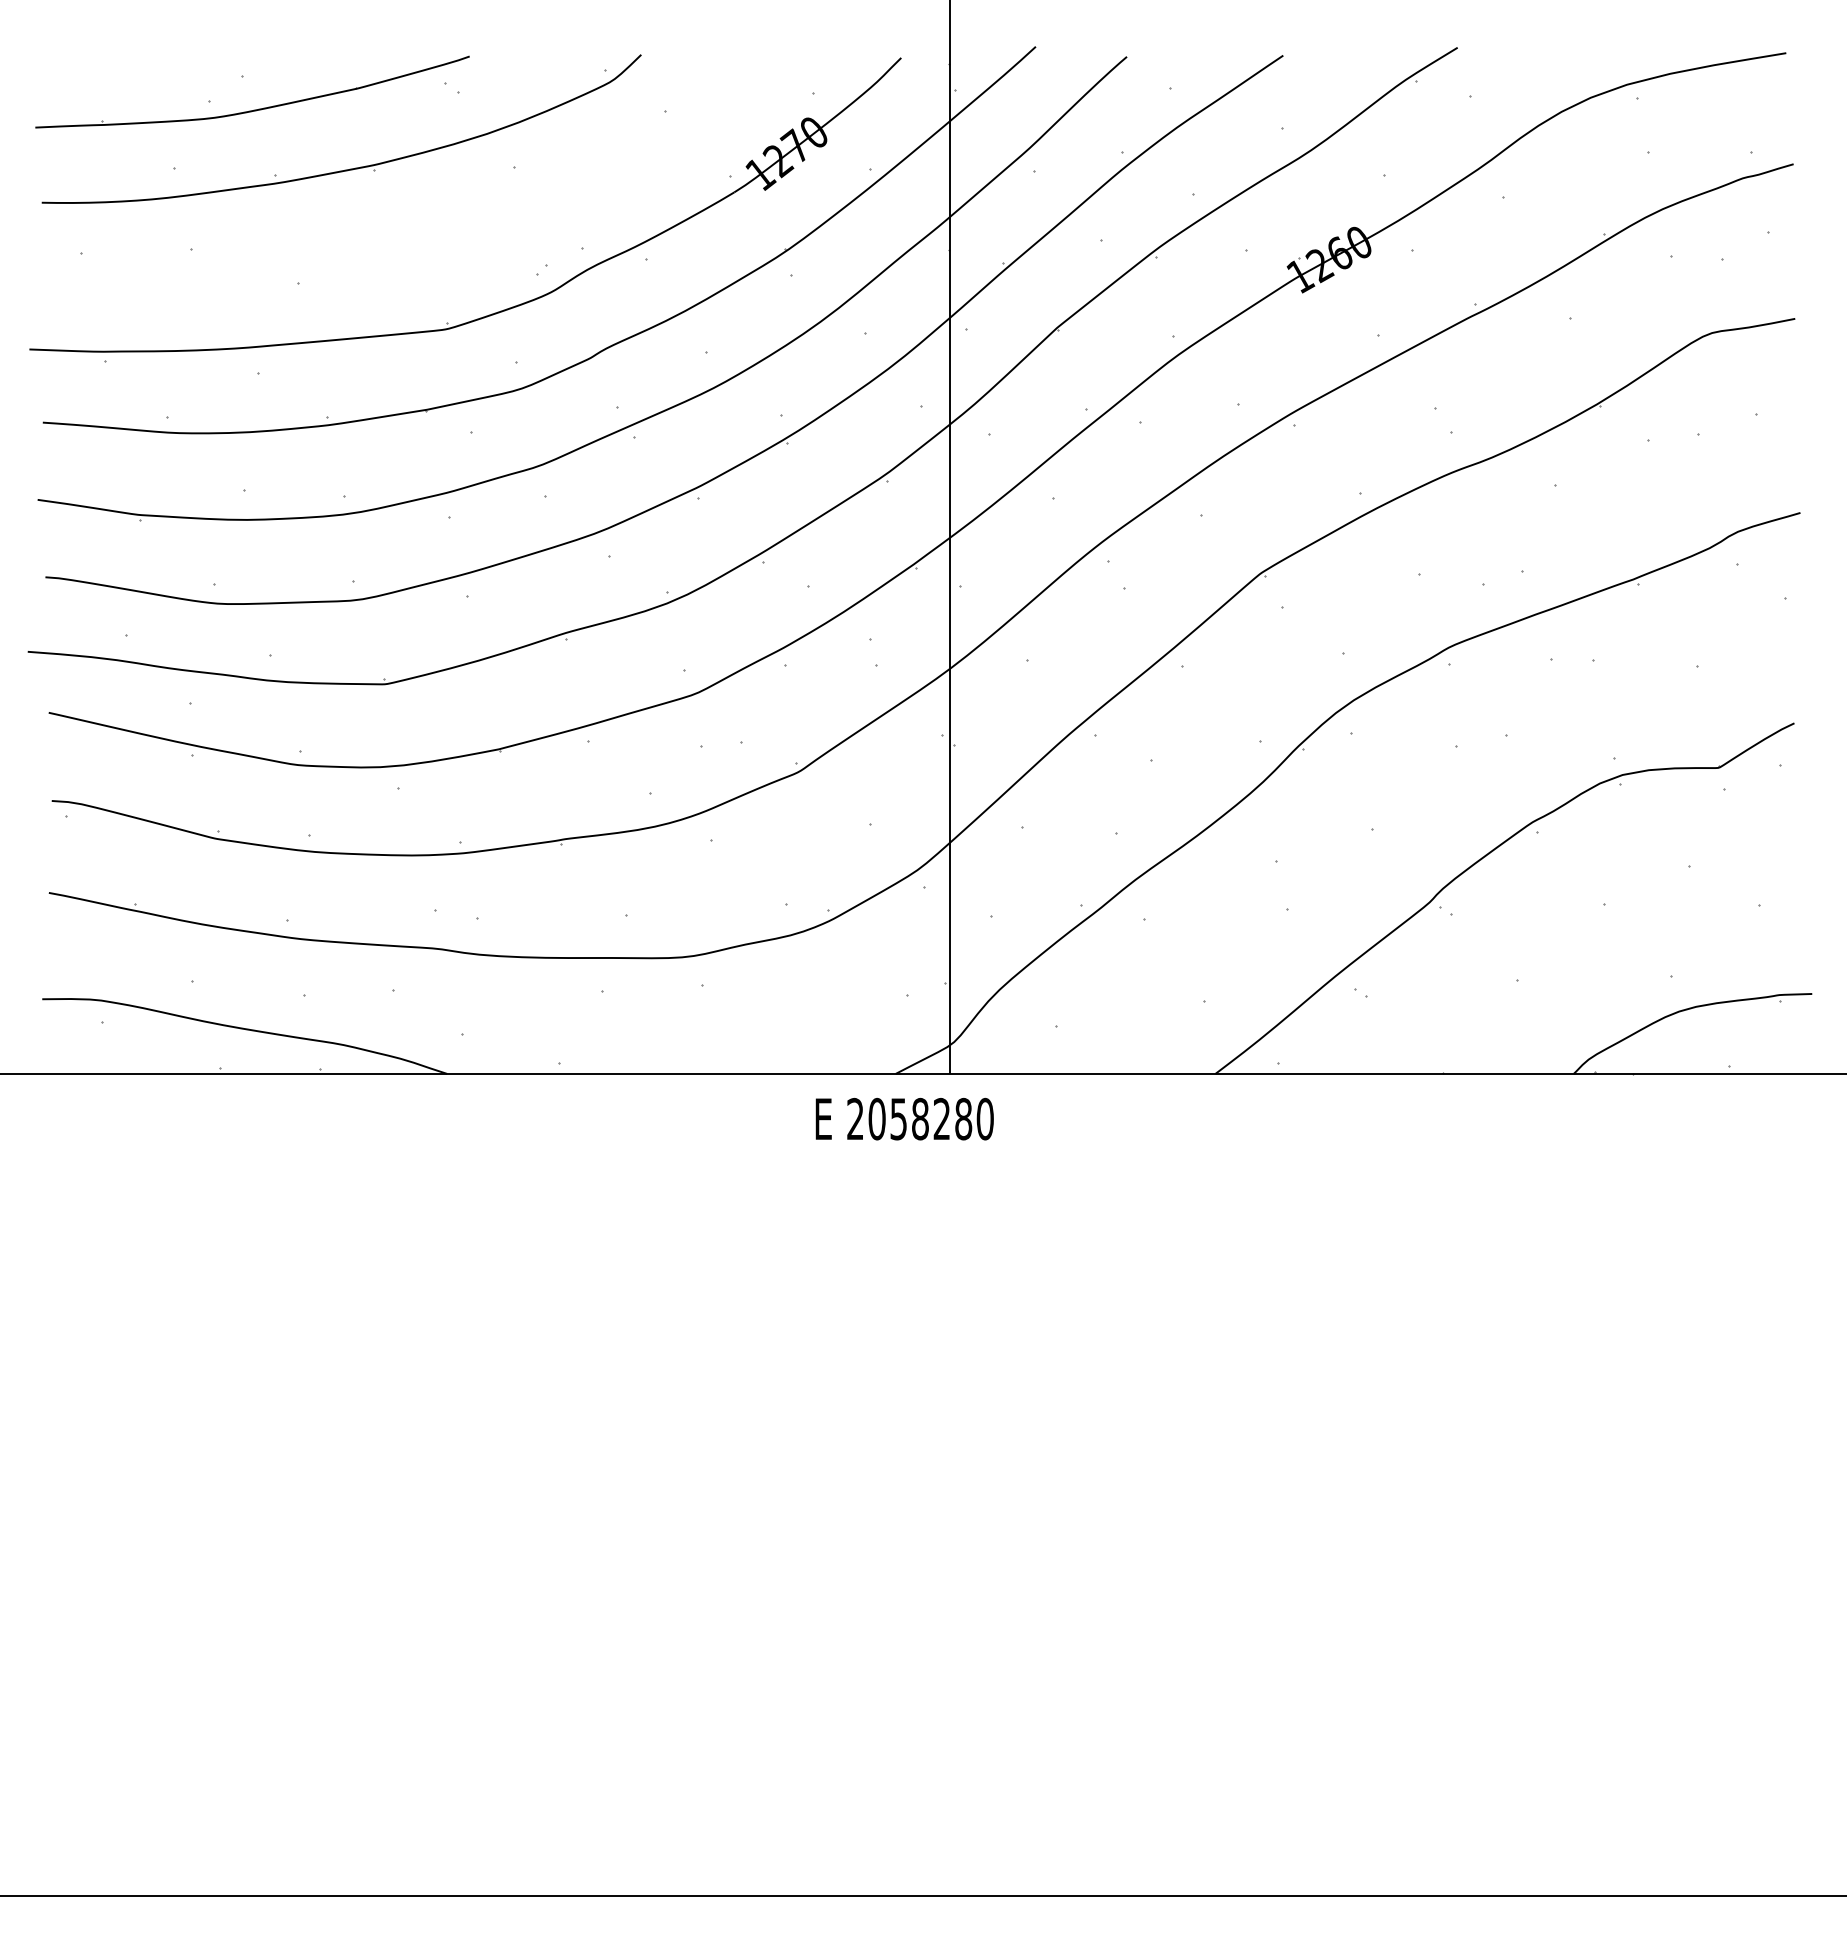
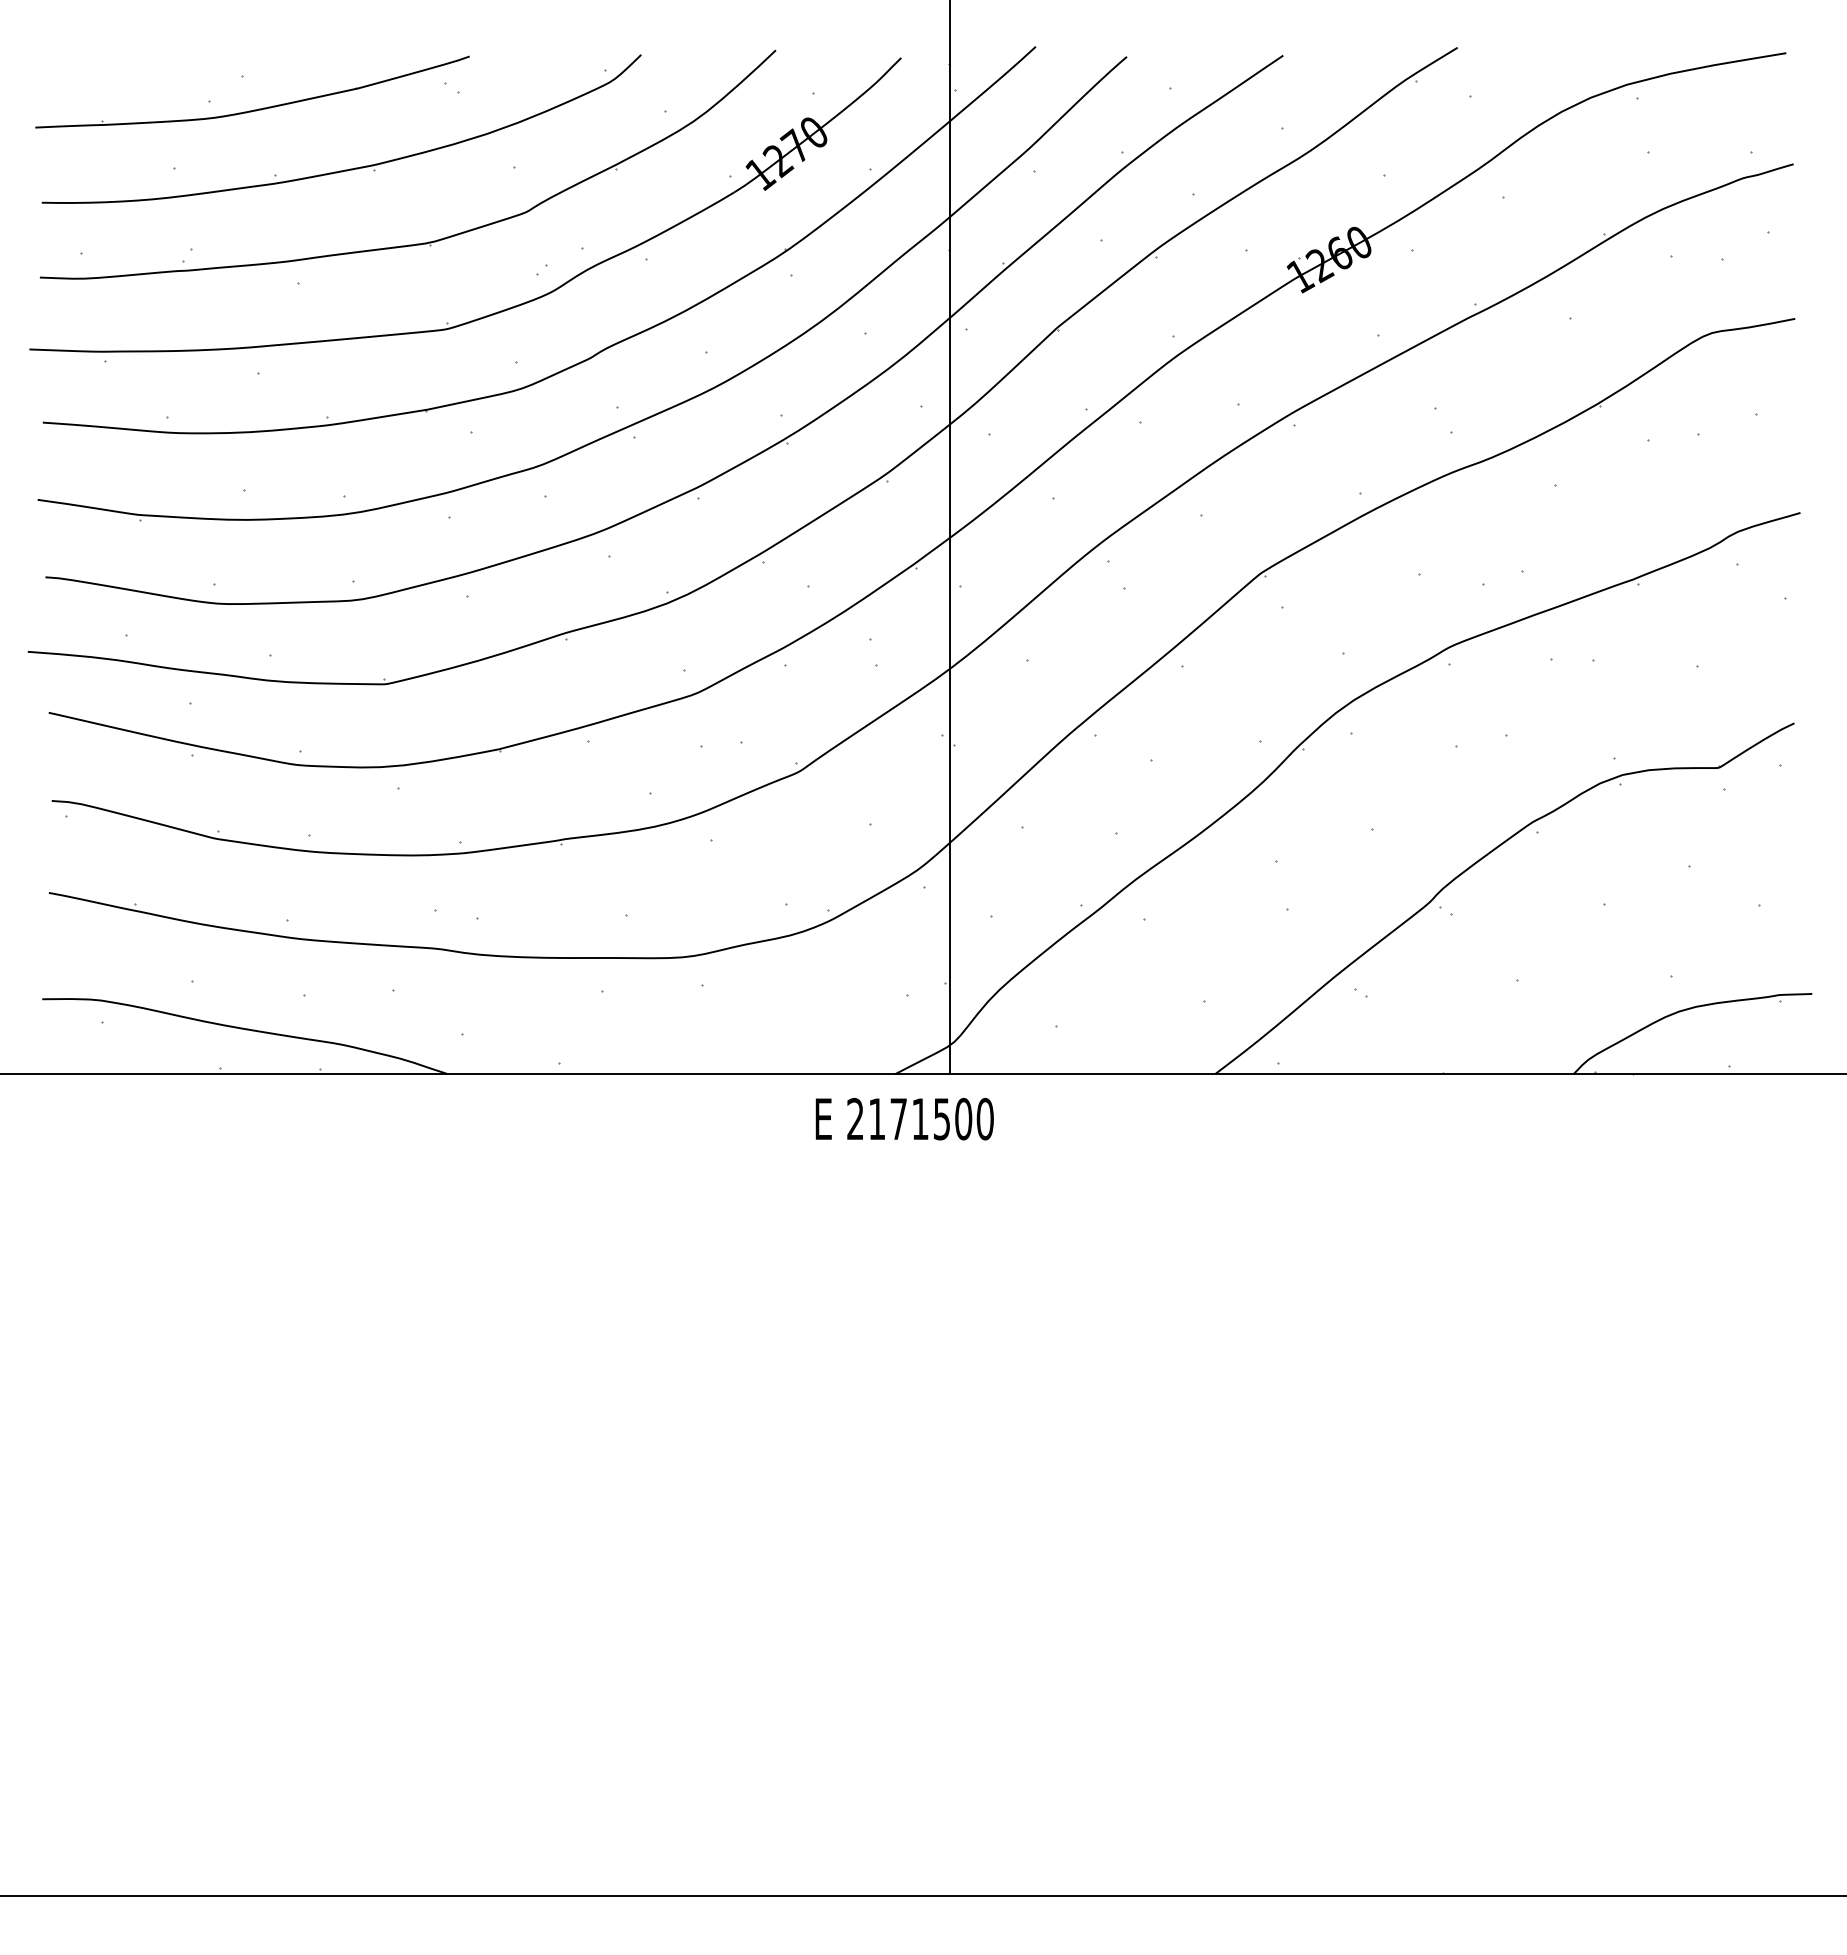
part at (416, 243): none -> present
text at (920, 1118): 2058280 -> 2171500
